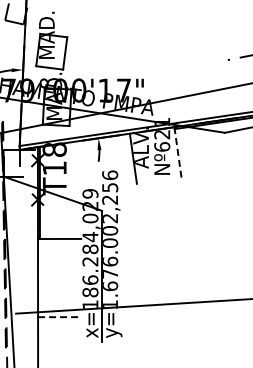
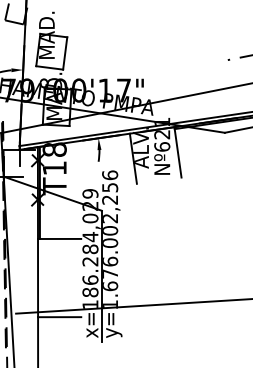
line at (178, 152): dashed -> solid
line at (59, 317): dashed -> solid
